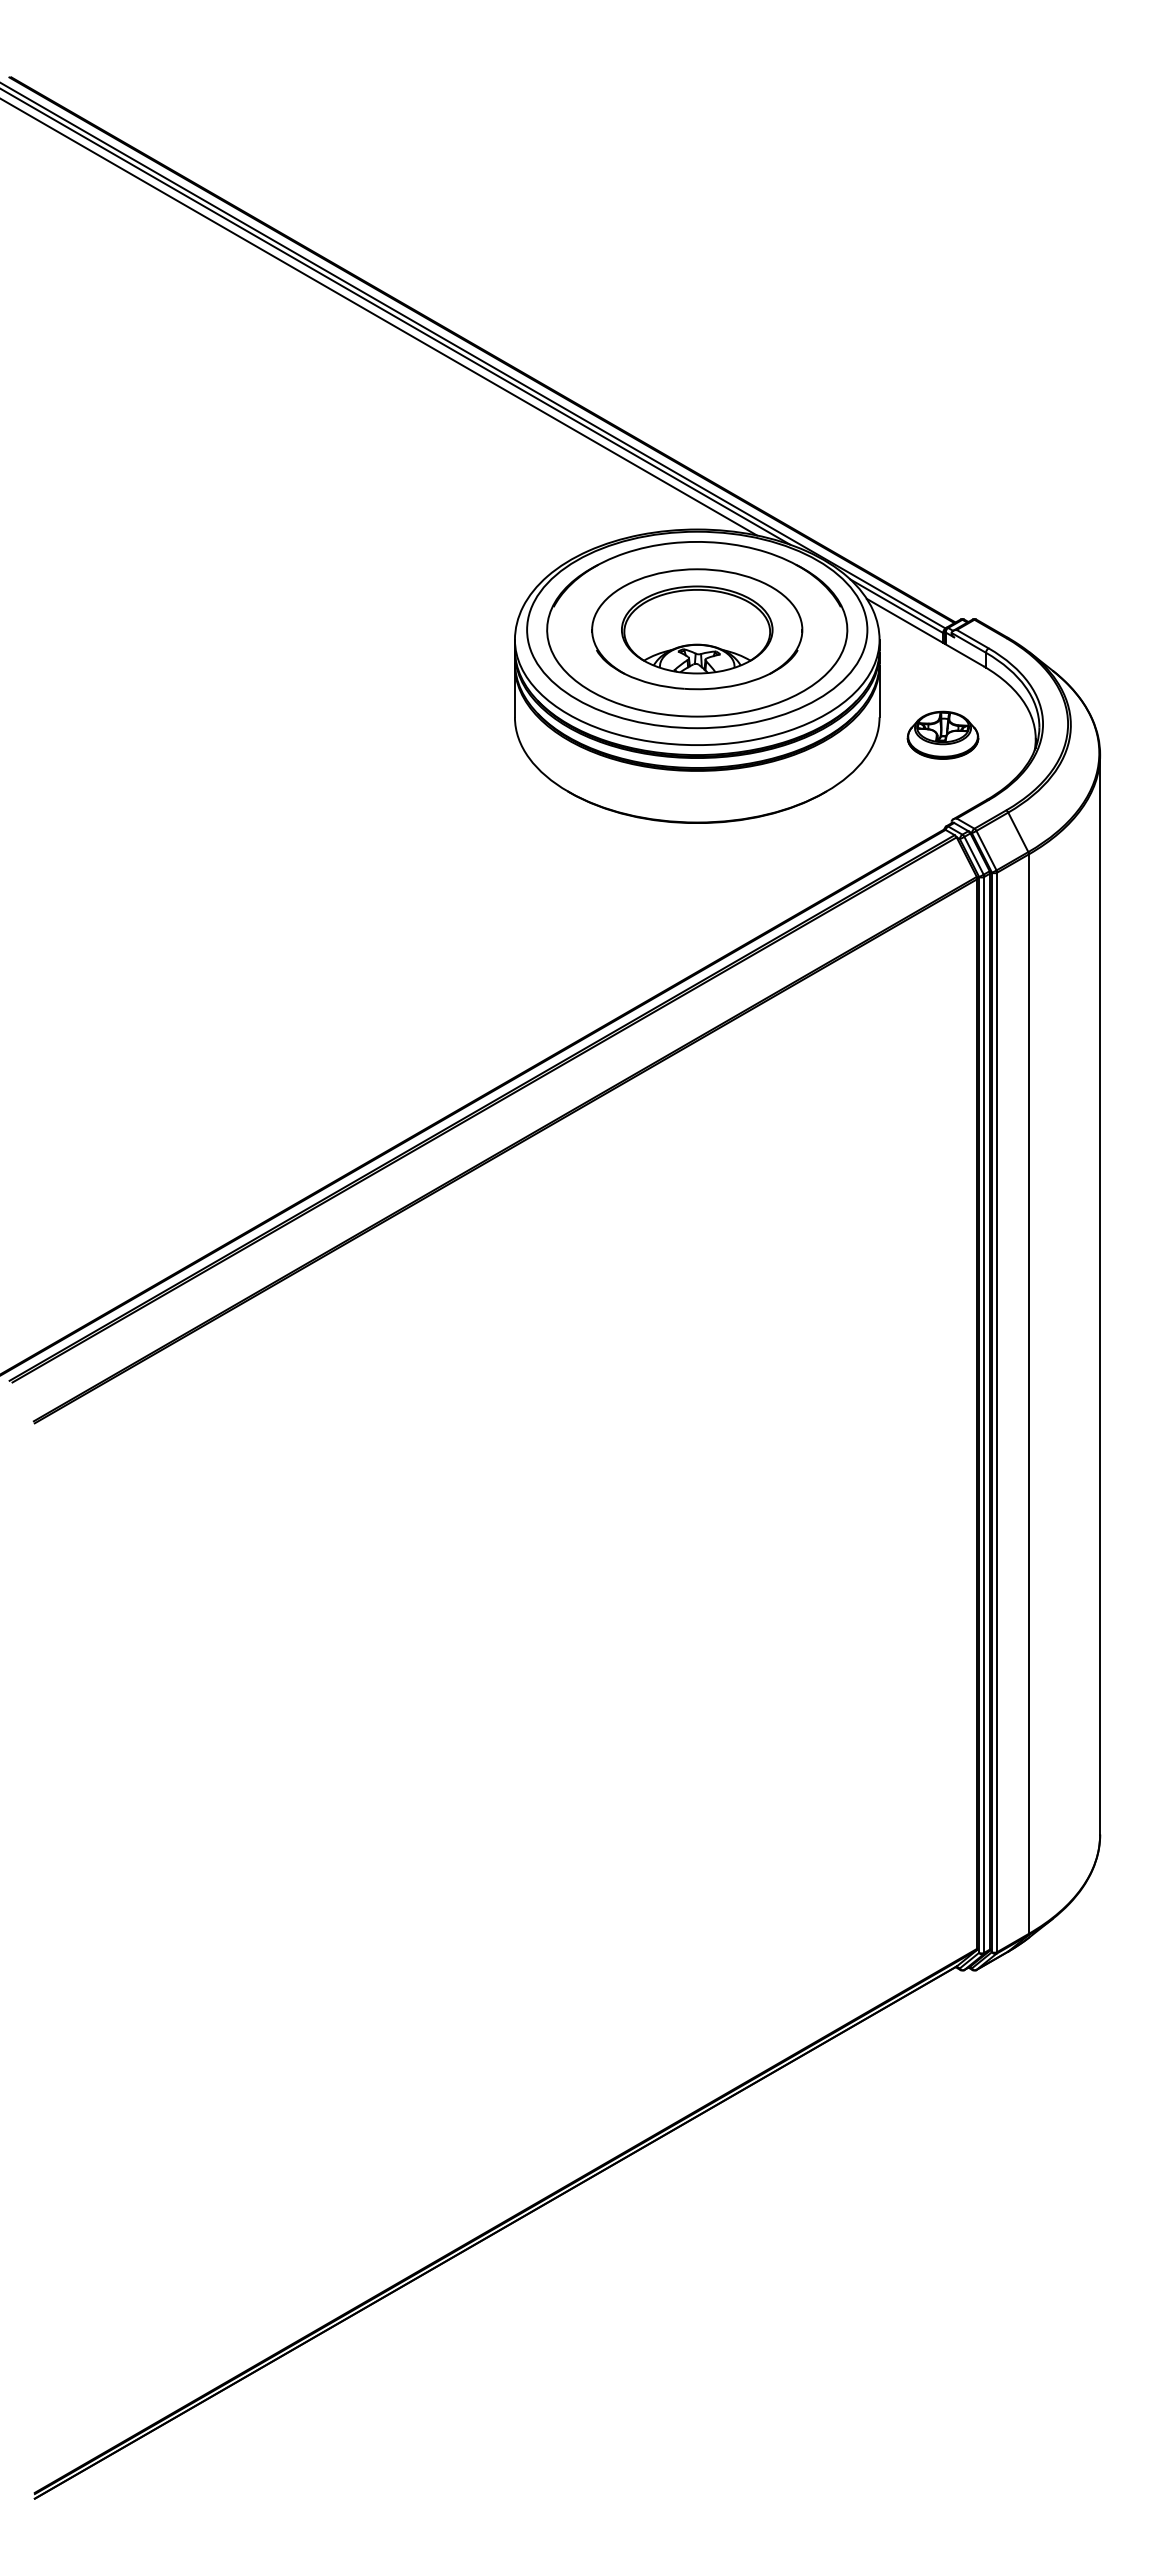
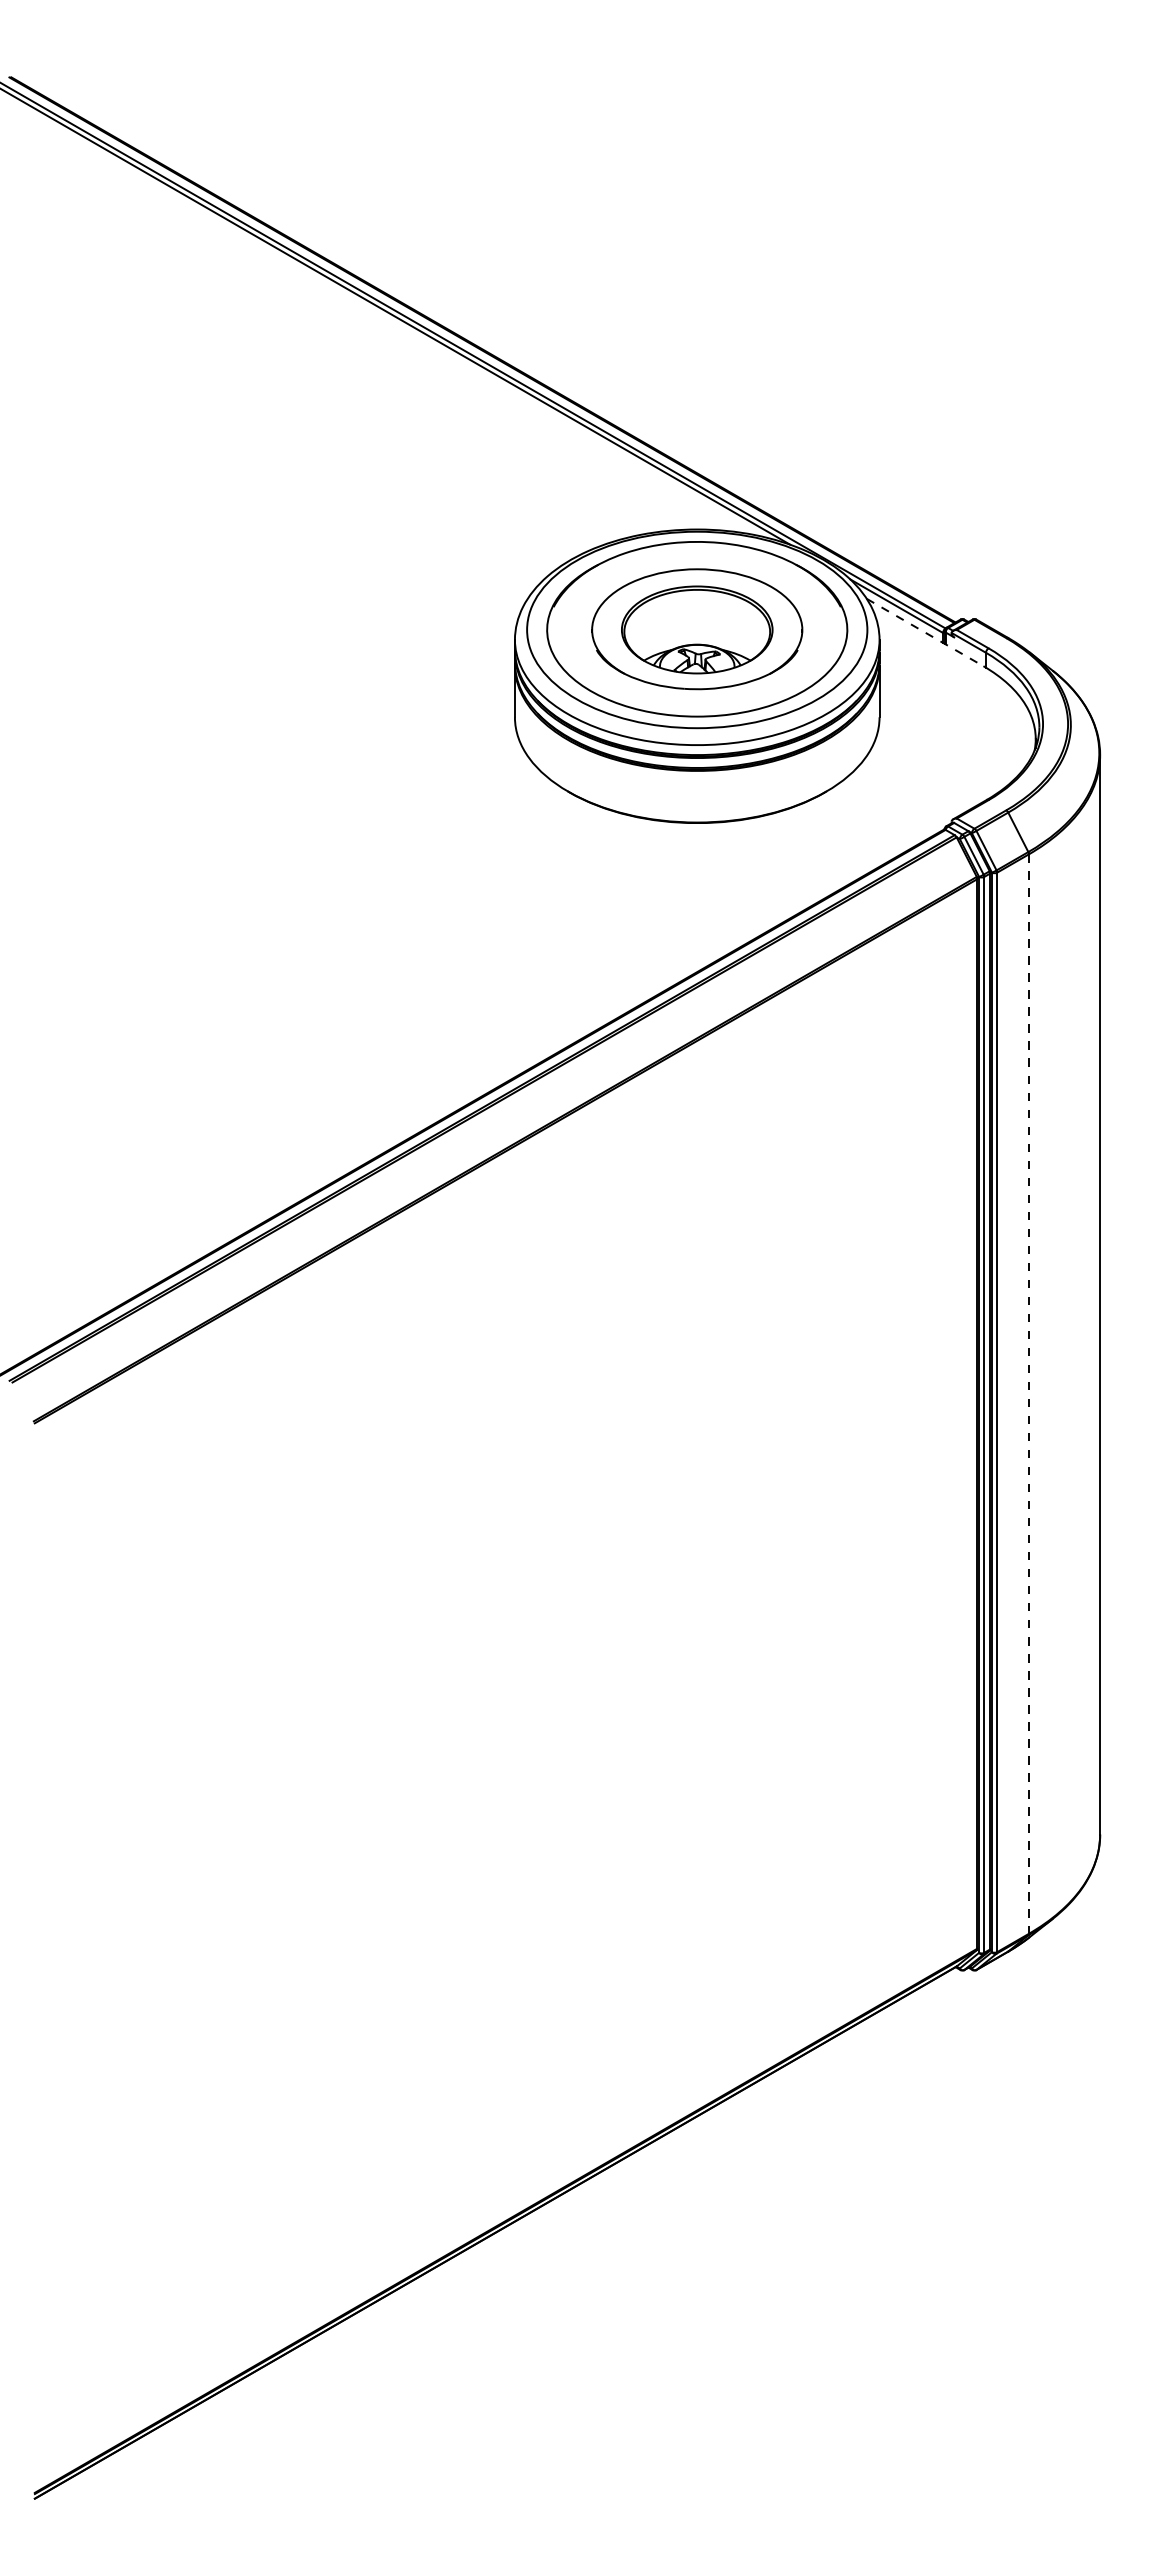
line at (379, 317): present -> none
line at (925, 632): solid -> dashed
part at (942, 734): present -> none
line at (1028, 1394): solid -> dashed
